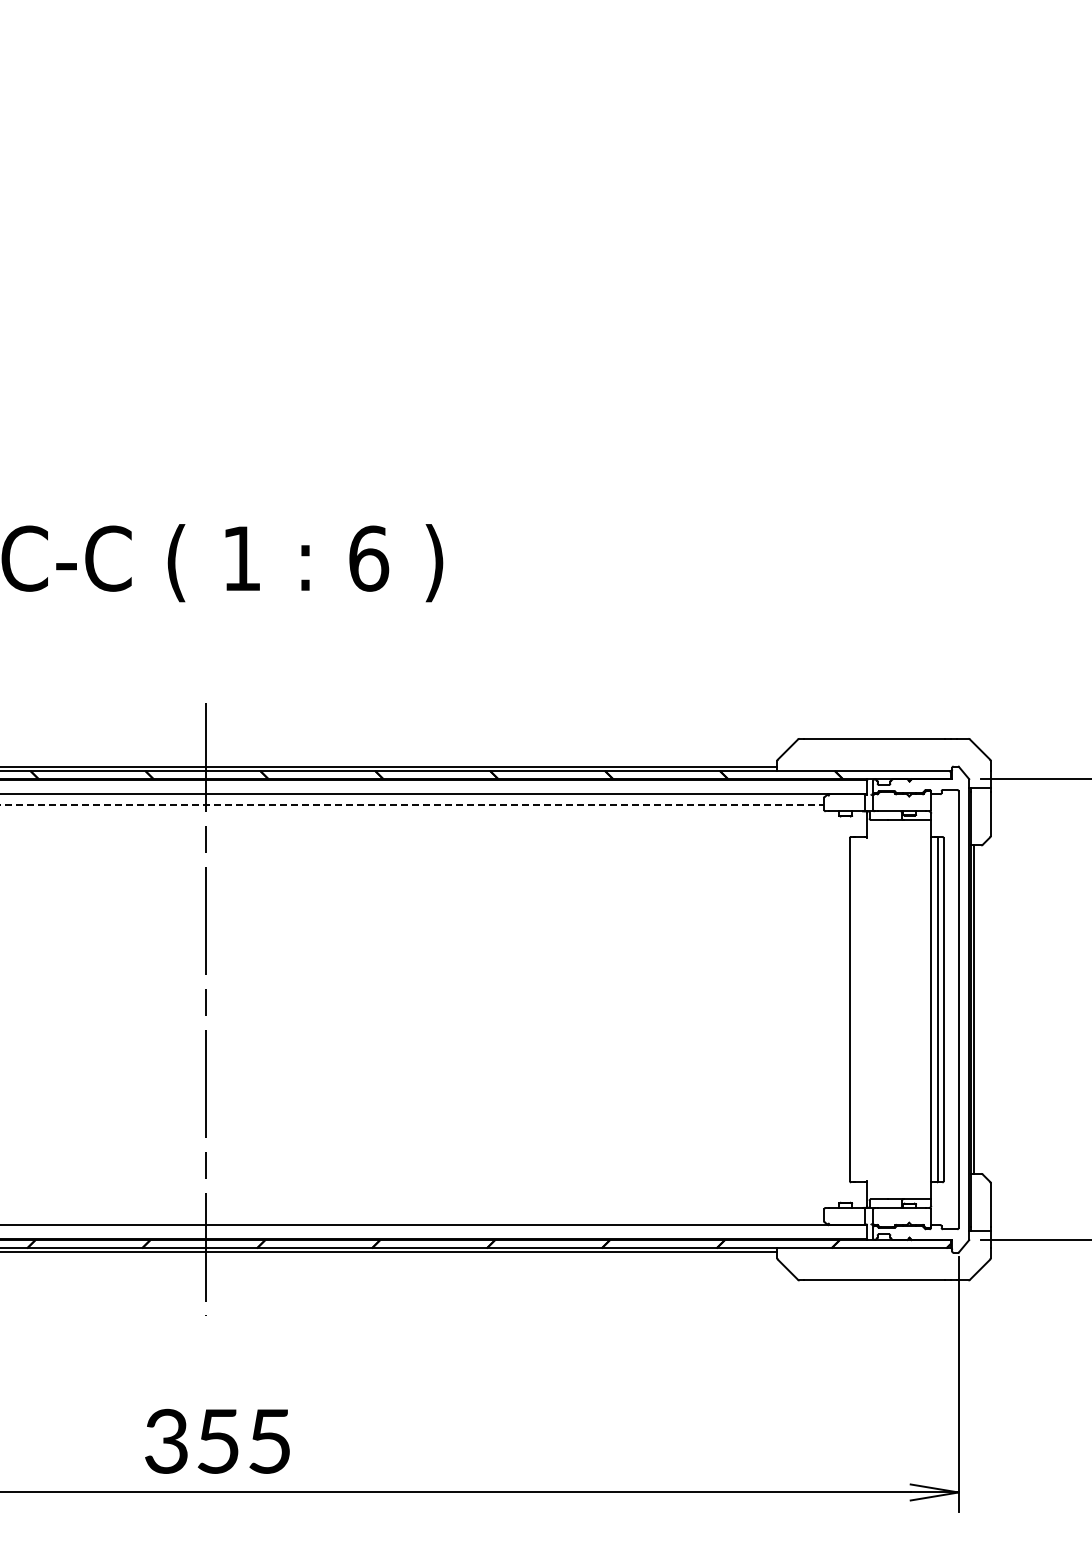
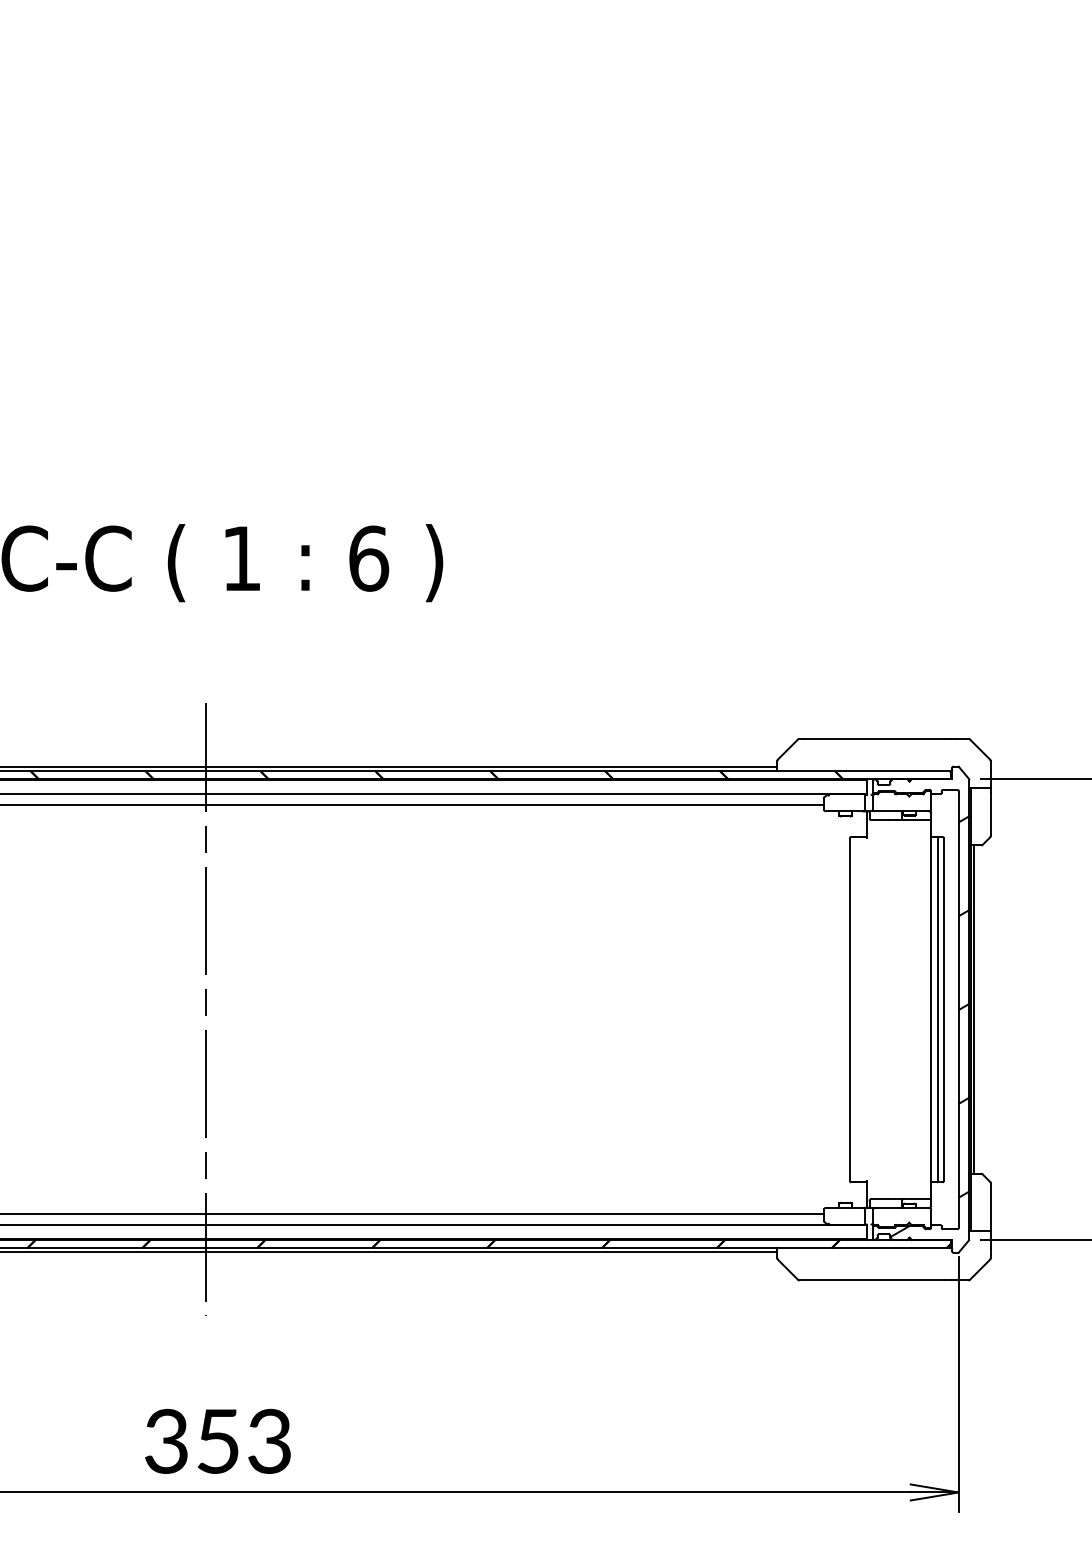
line at (412, 804): dashed -> solid
hatch at (929, 1026): none -> present
line at (413, 1214): none -> present
text at (269, 1440): 355 -> 353
